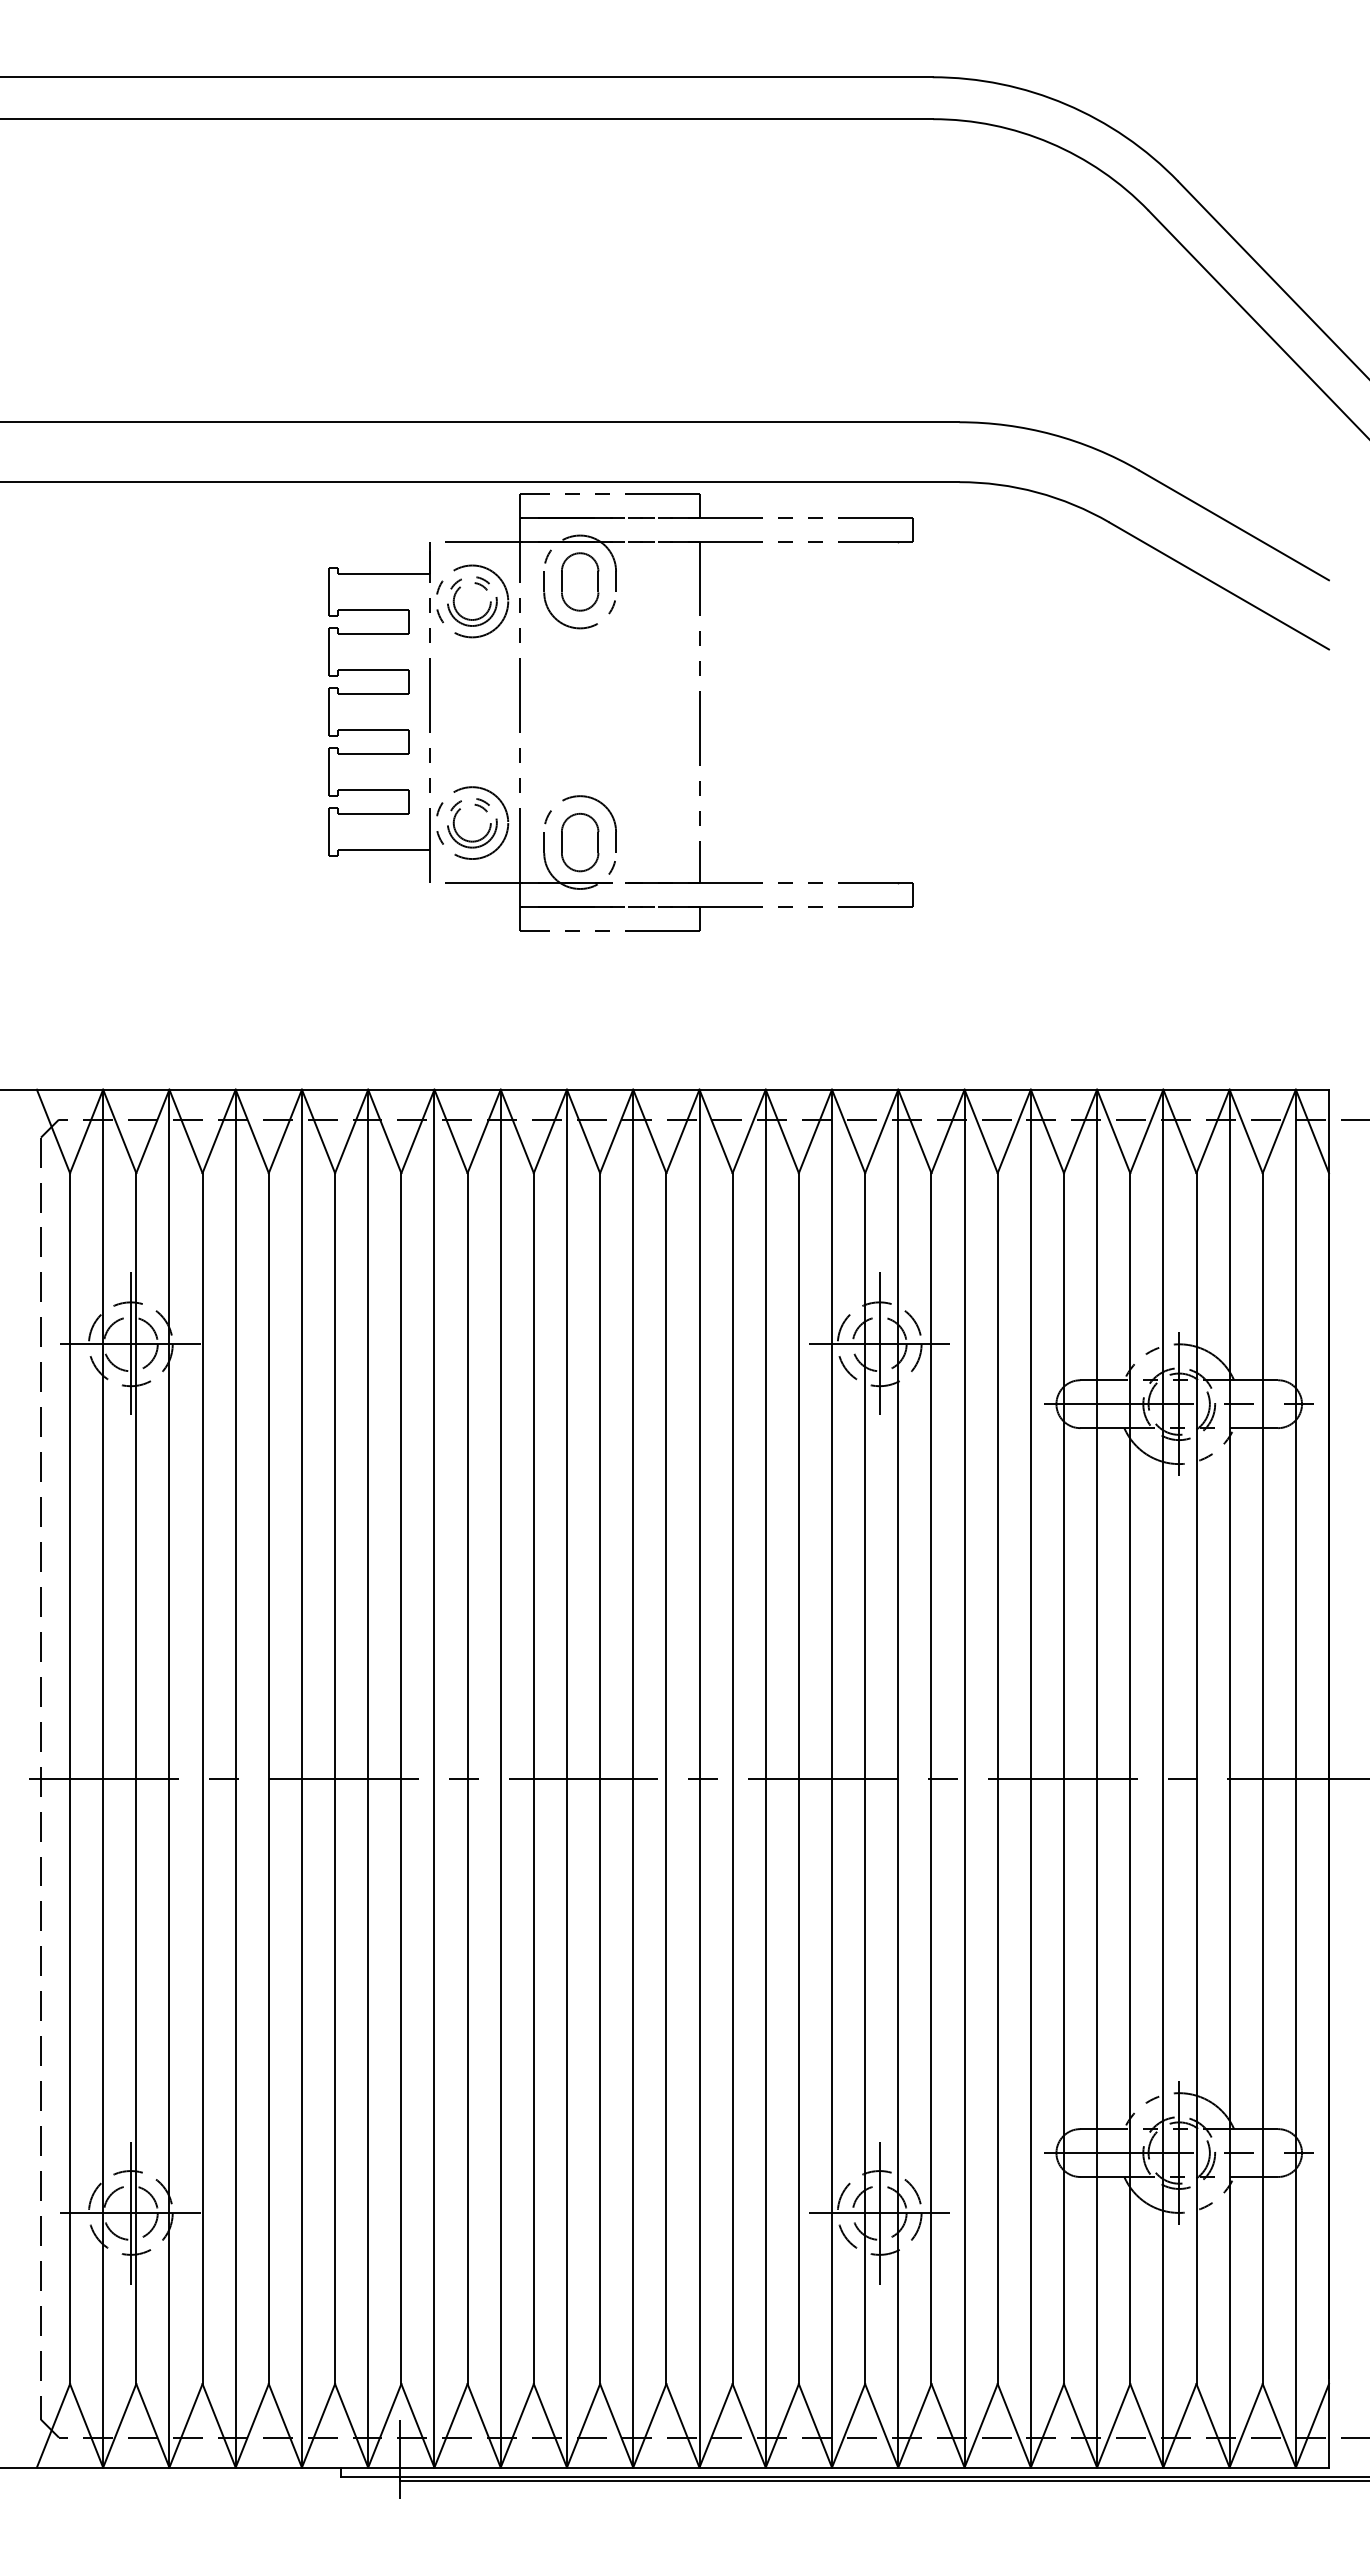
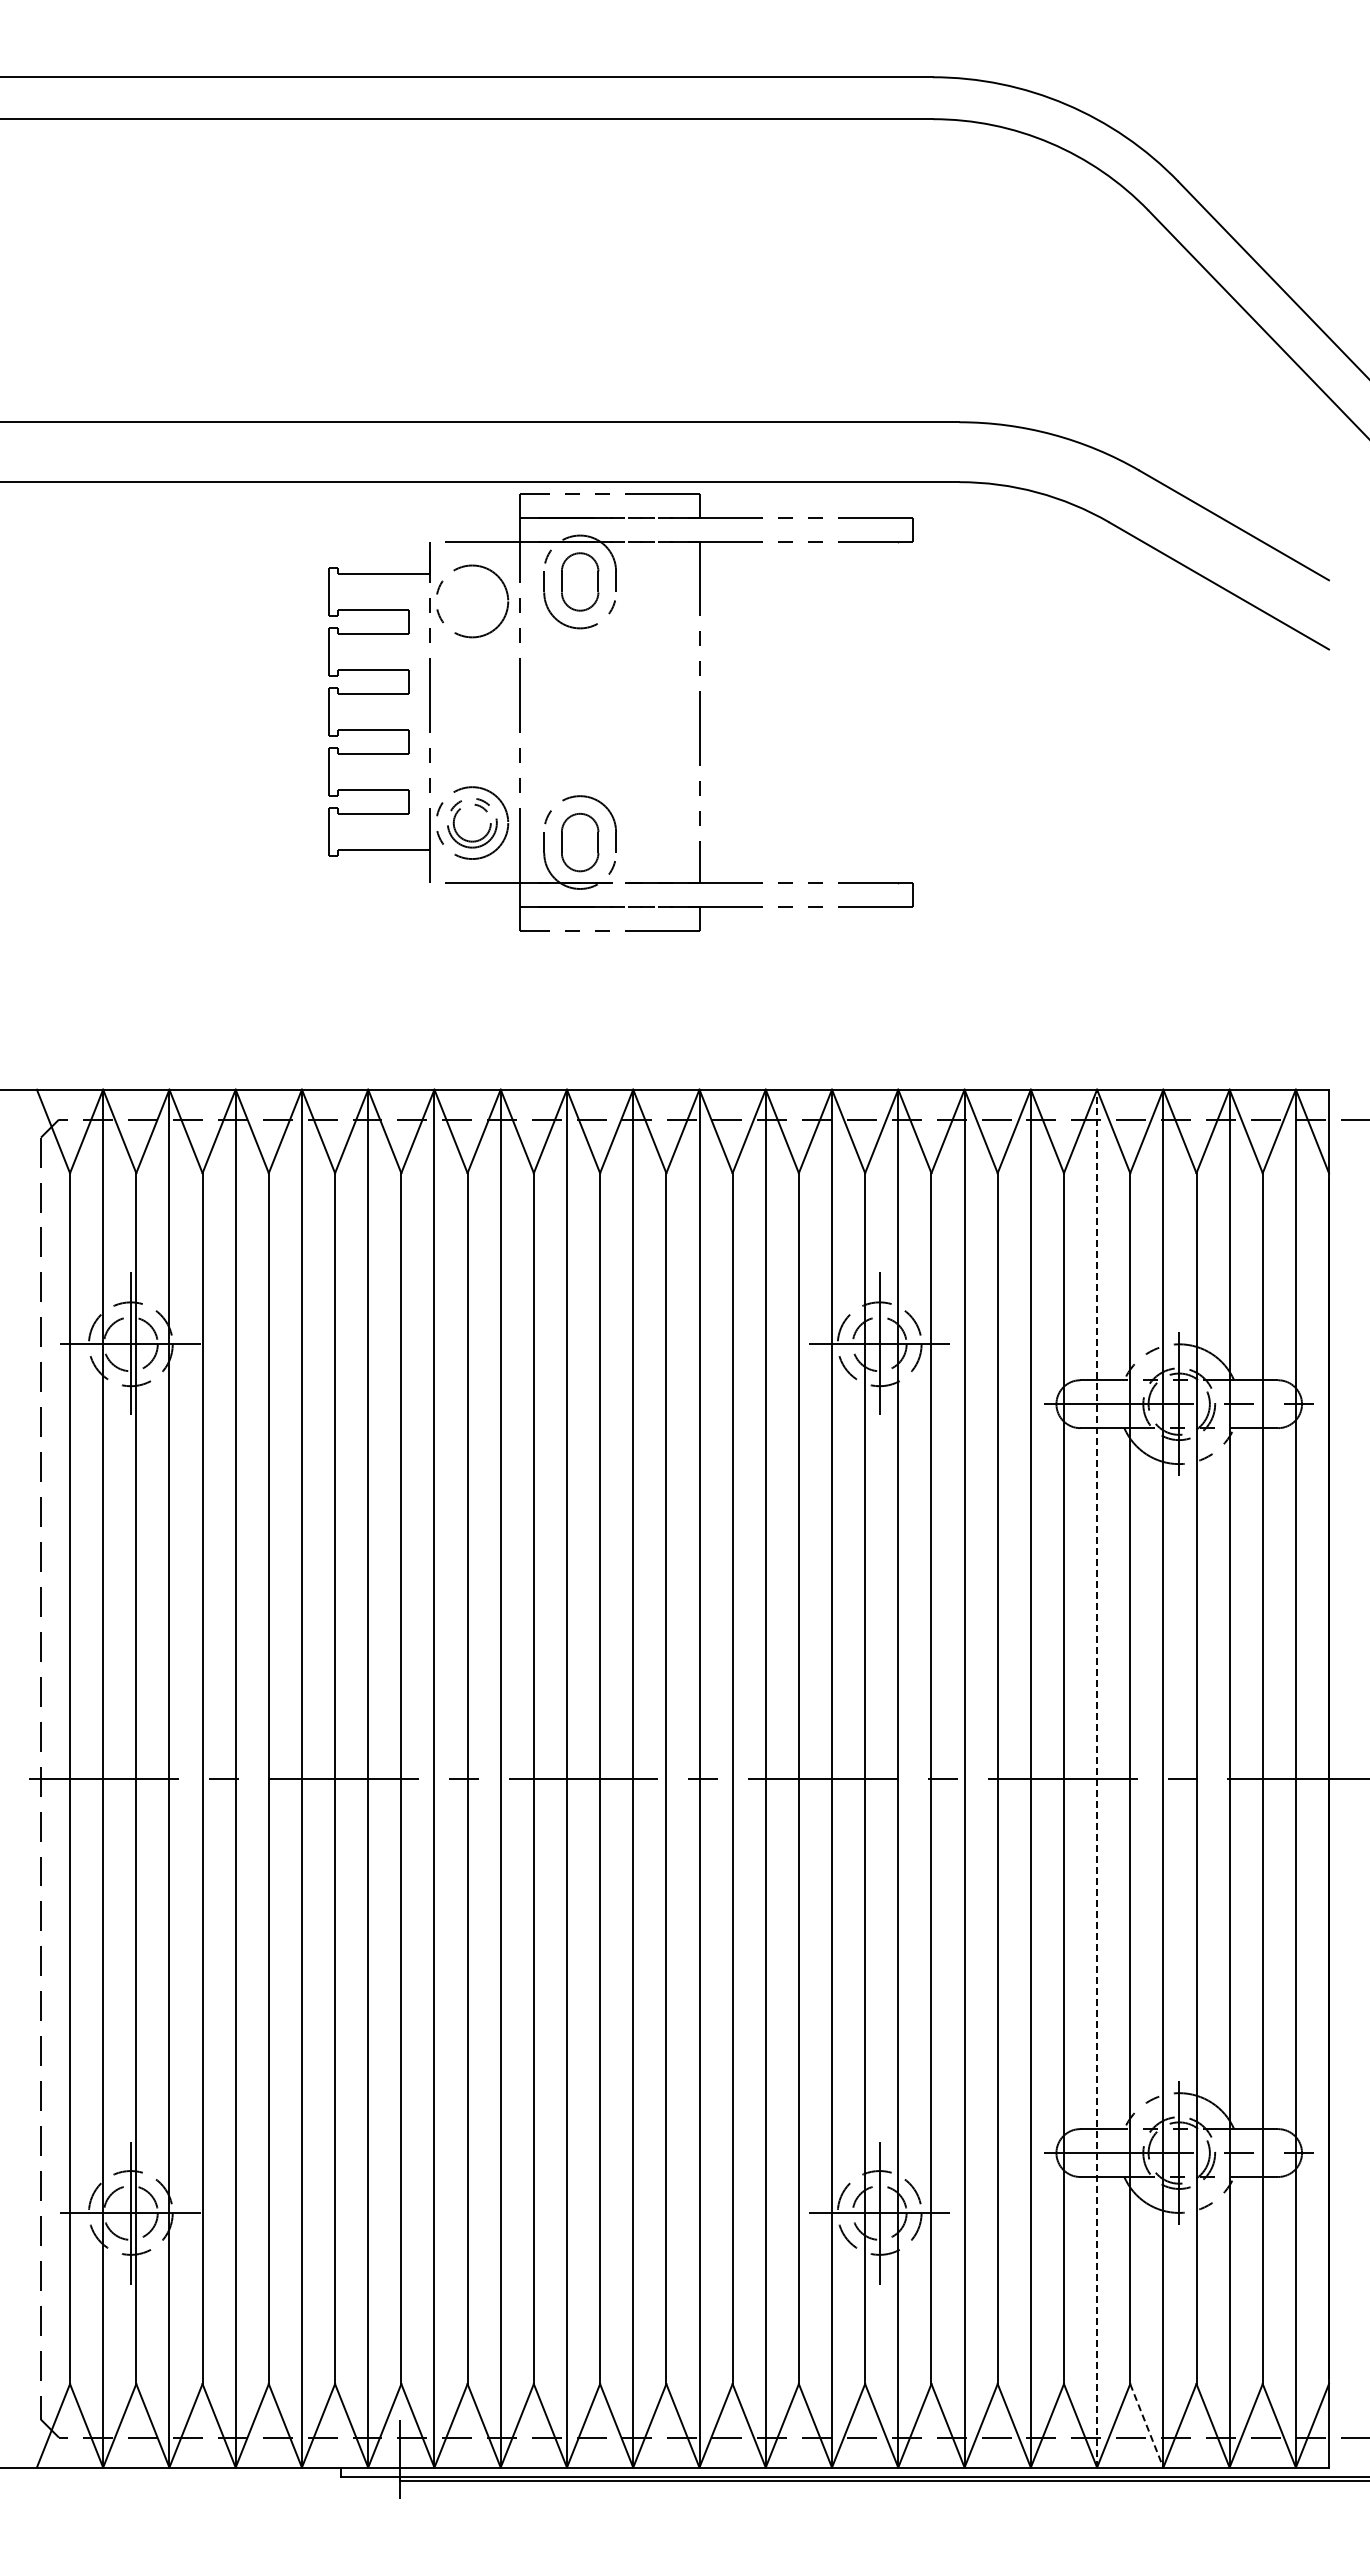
part at (488, 607): present -> none
line at (1097, 1778): solid -> dashed
line at (1146, 2425): solid -> dashed
